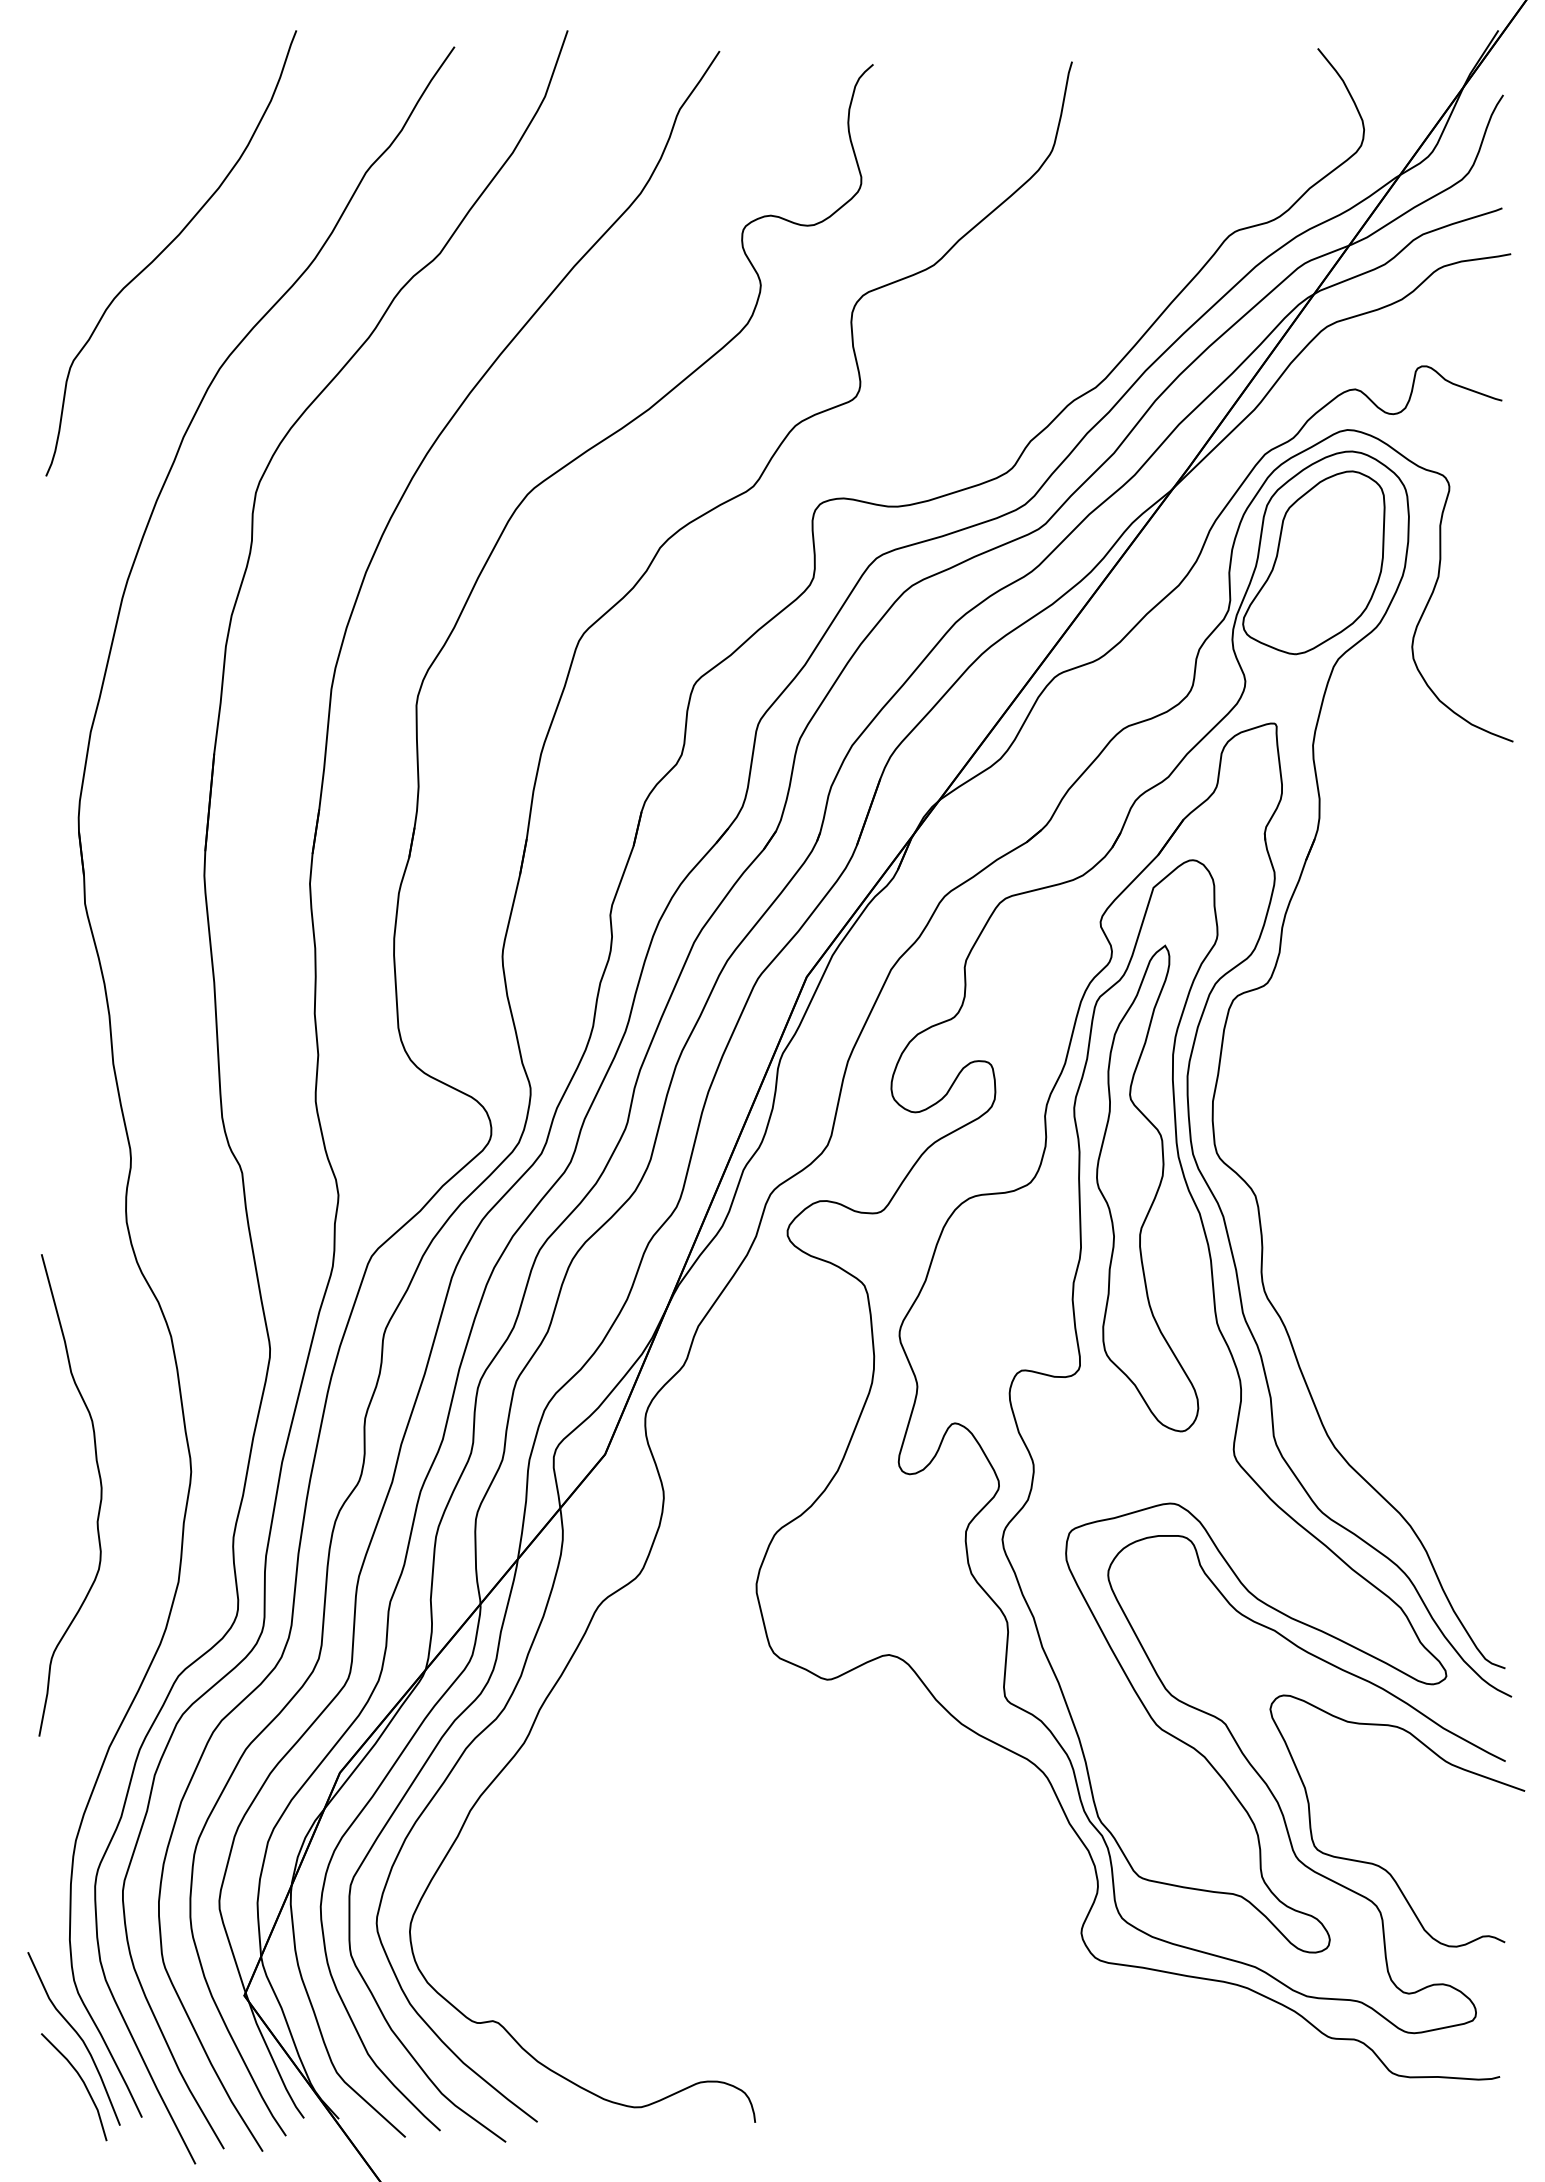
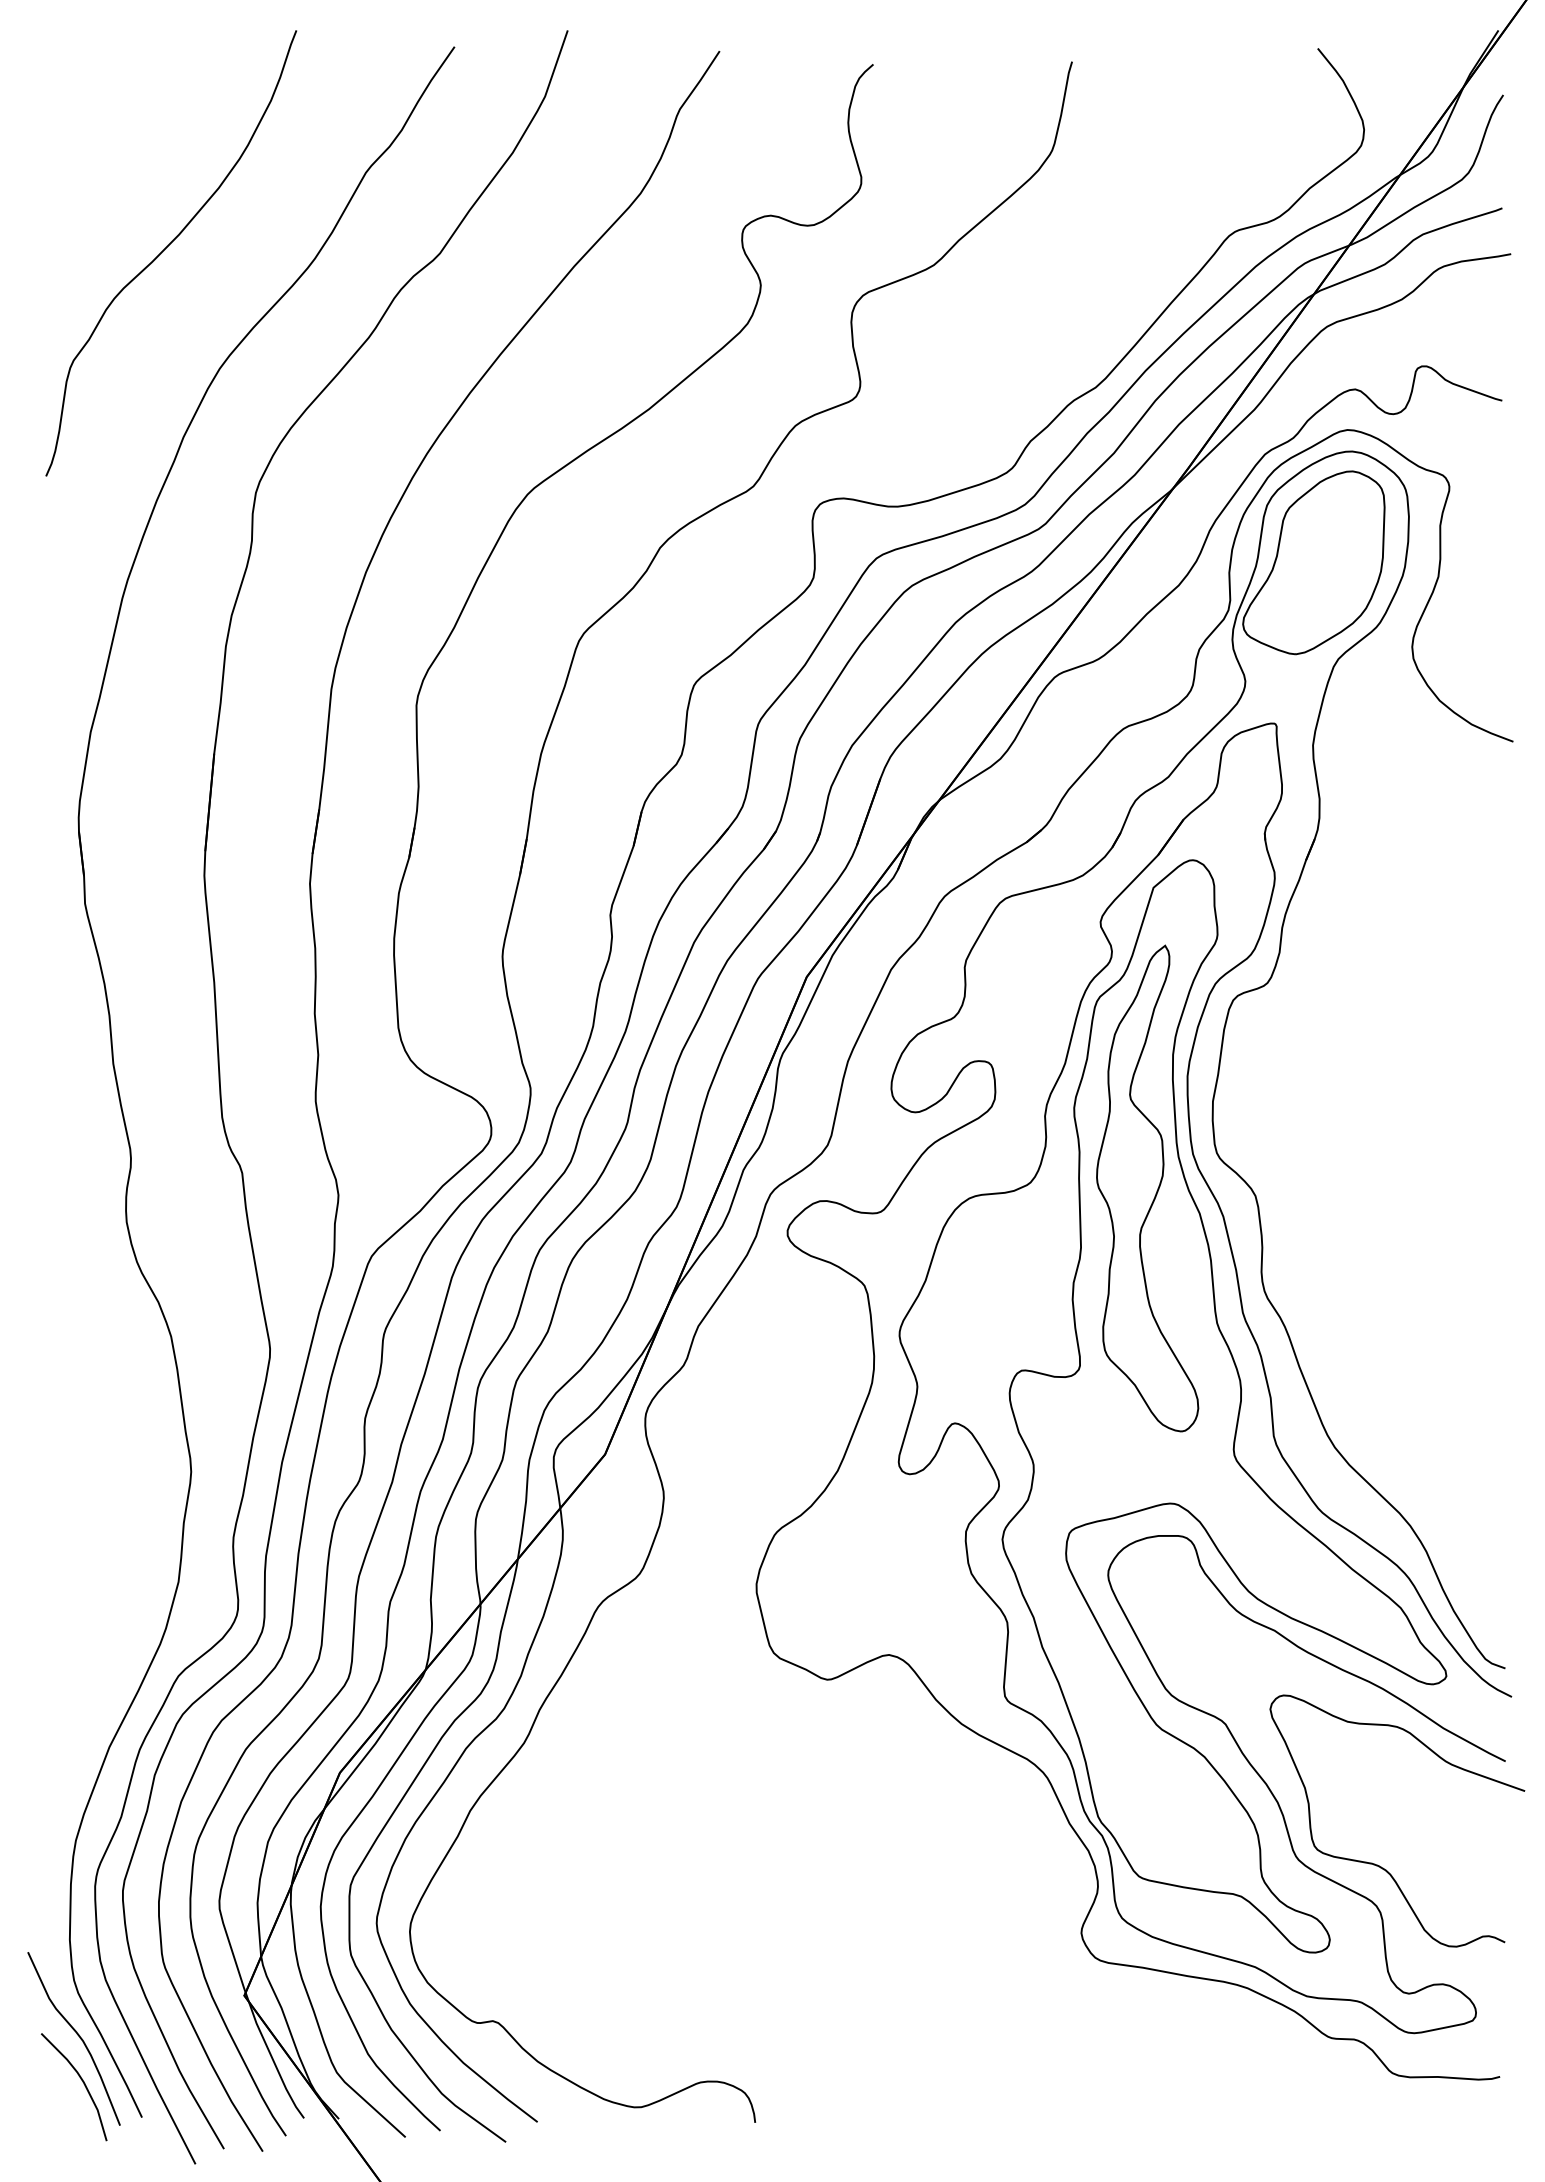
curve at (99, 1502): present -> none
